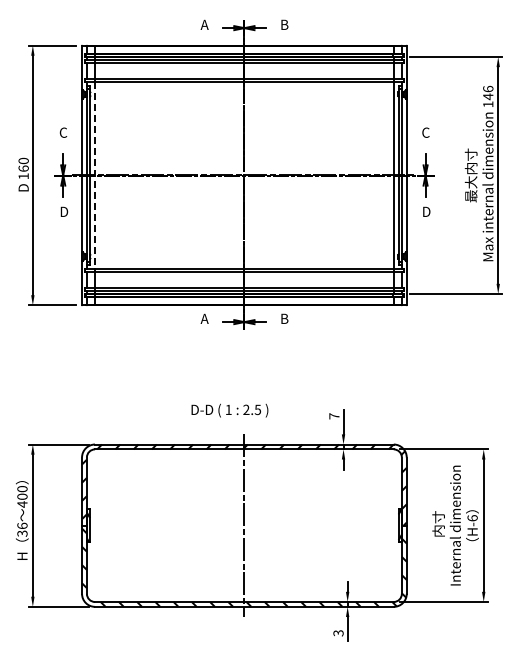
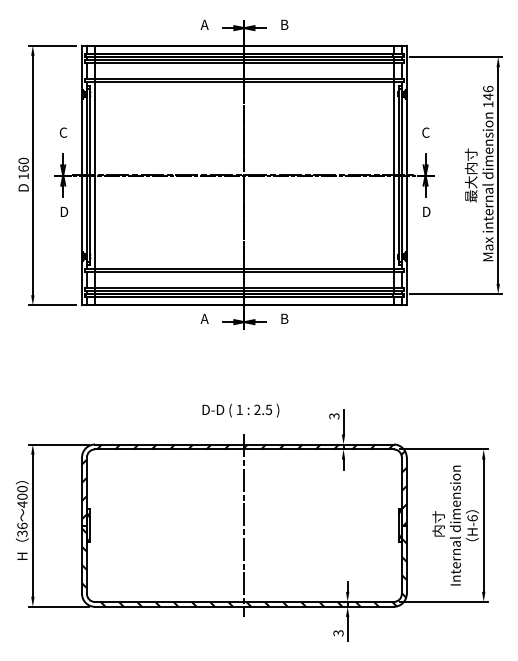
line at (95, 175): dashed -> solid
text at (229, 410) position: (229, 410) -> (240, 410)
text at (334, 416): 7 -> 3
